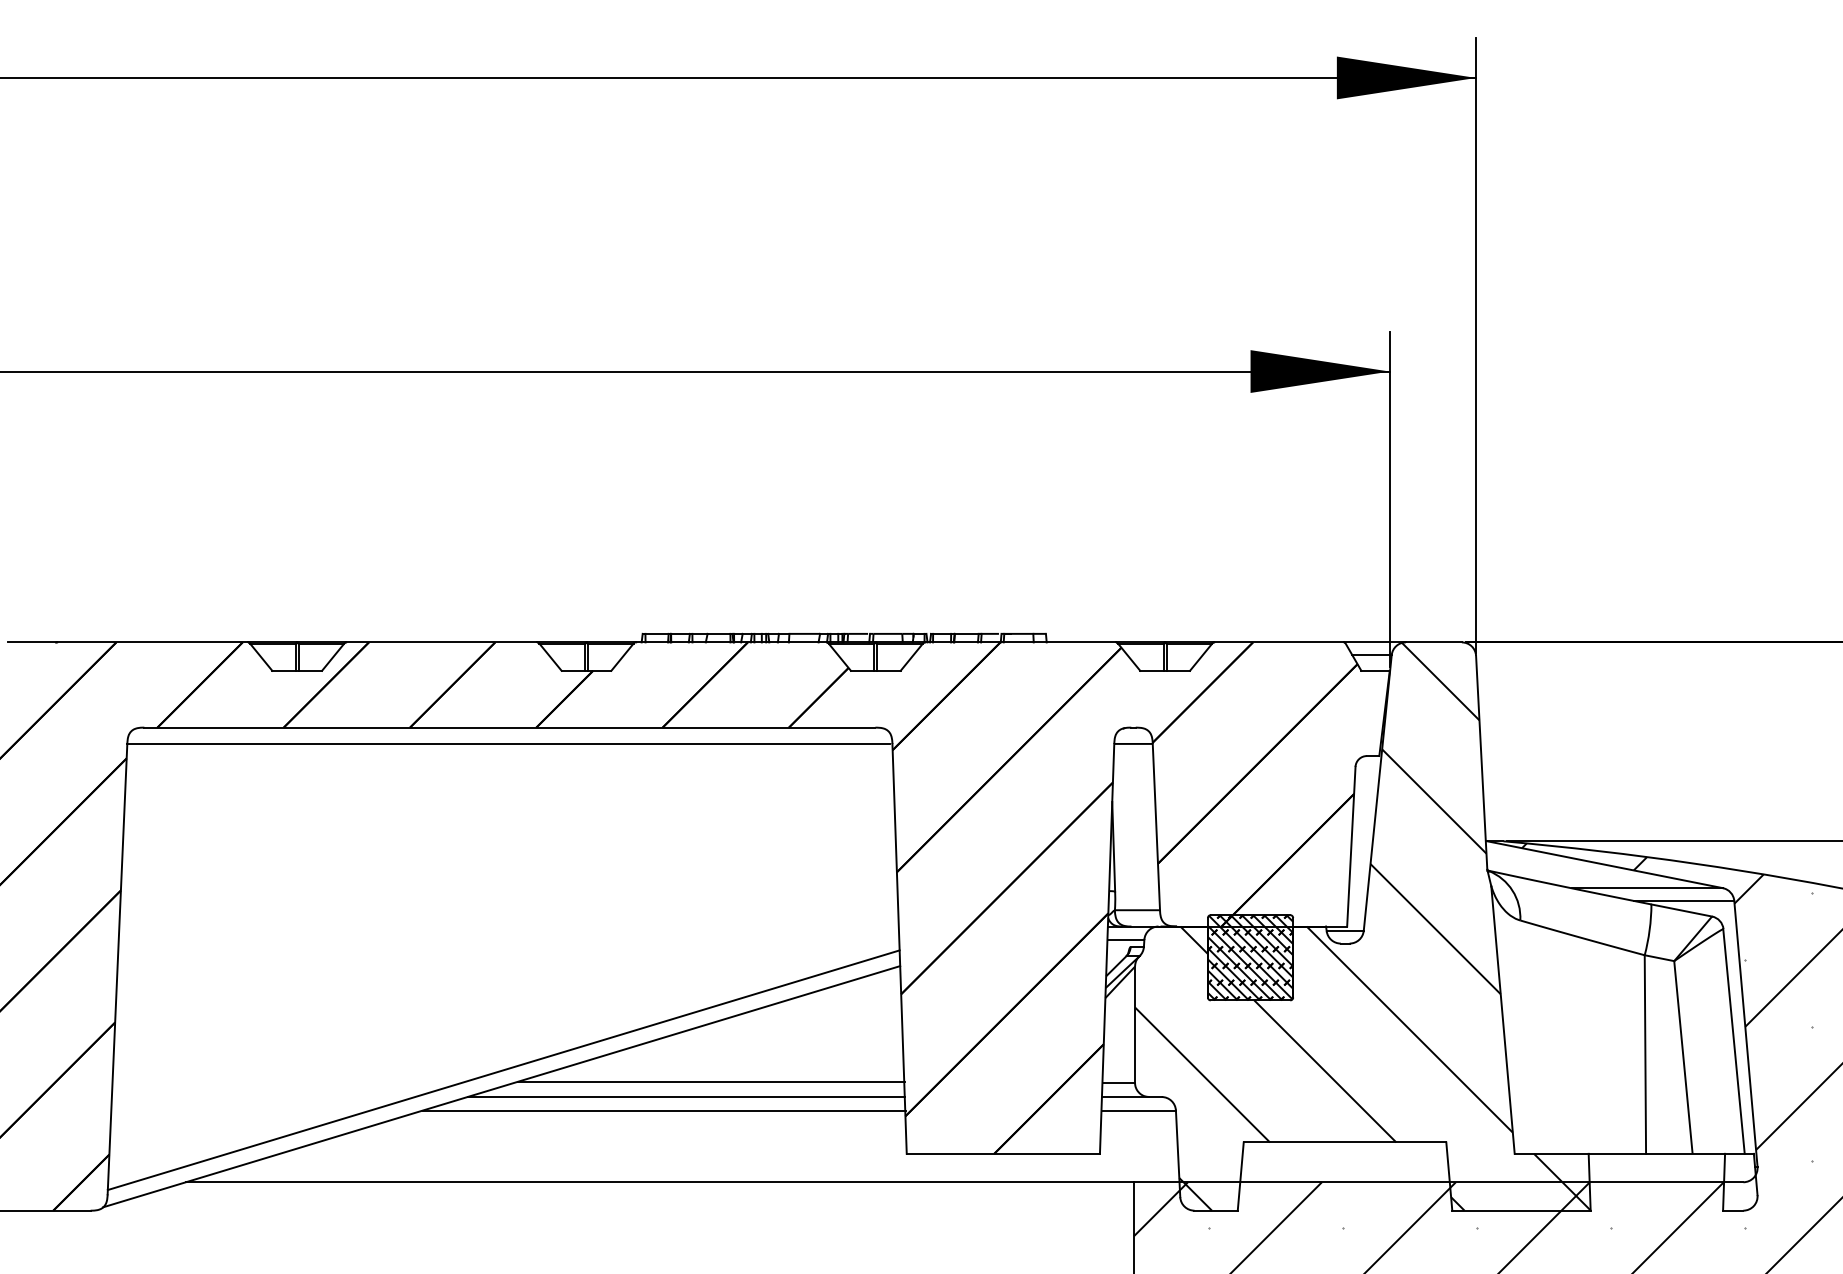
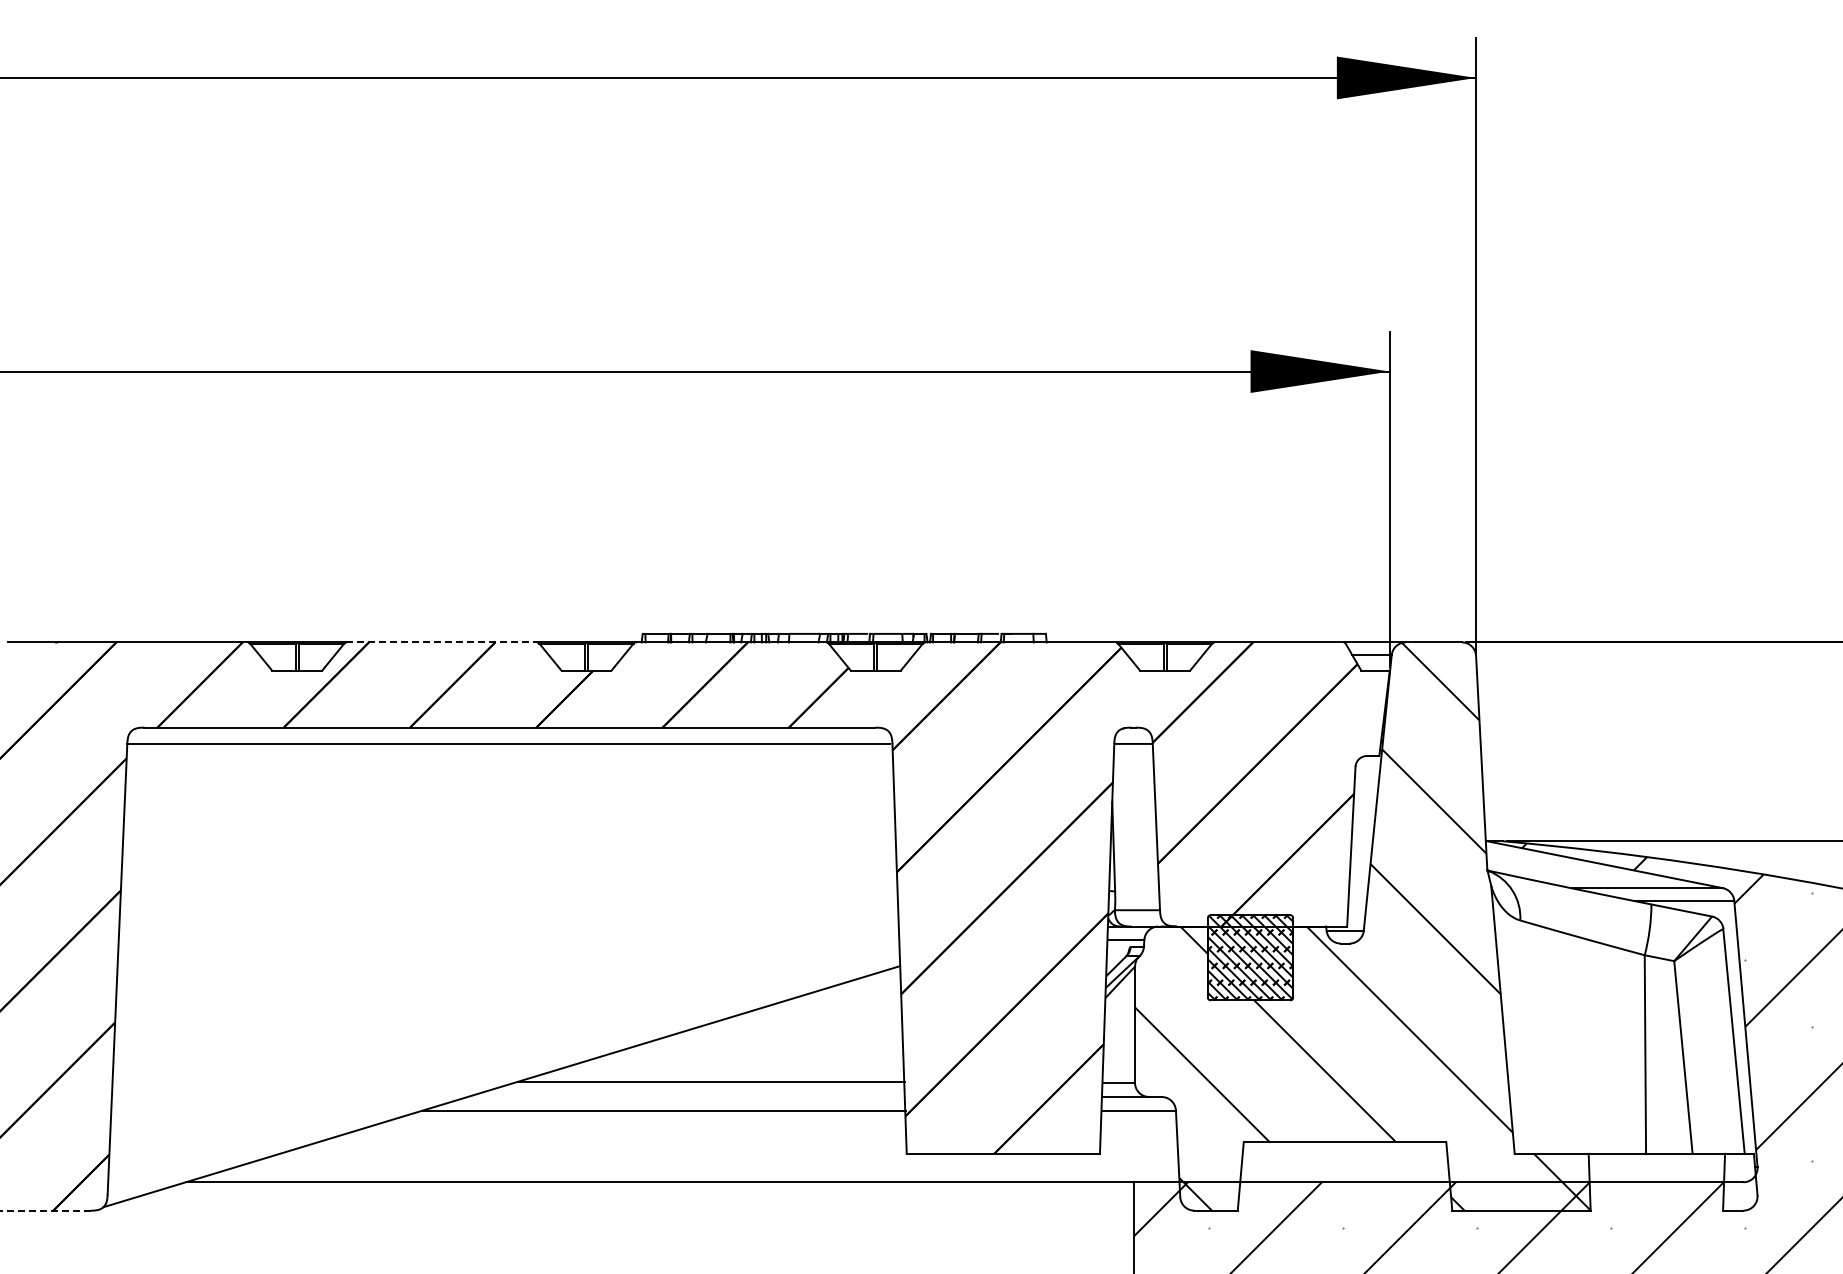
line at (442, 642): solid -> dashed
line at (503, 1070): present -> none
line at (686, 1097): present -> none
line at (45, 1210): solid -> dashed
